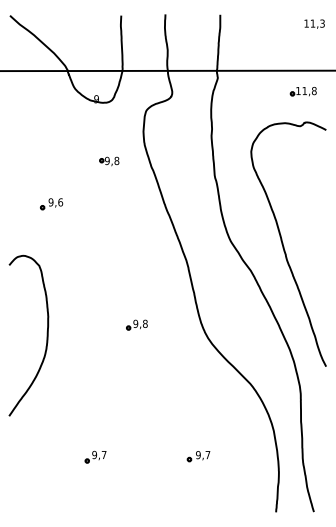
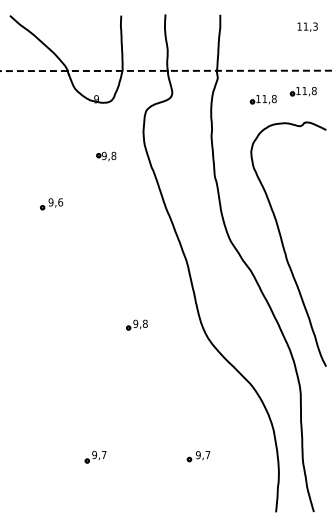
text at (314, 23) position: (314, 23) -> (307, 26)
line at (167, 70): solid -> dashed
part at (262, 99): none -> present
part at (109, 161) position: (109, 161) -> (106, 156)
curve at (46, 335): present -> none
